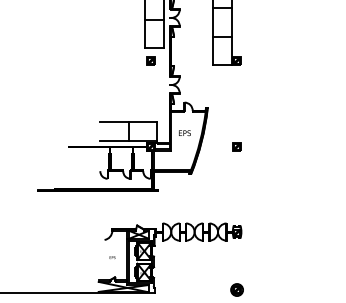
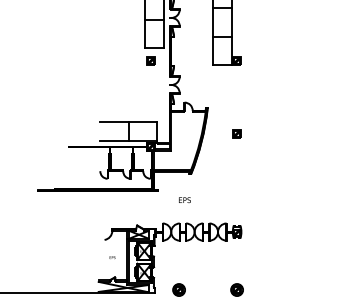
text at (184, 132) position: (184, 132) -> (184, 199)
part at (236, 146) position: (236, 146) -> (236, 133)
part at (178, 289): none -> present
